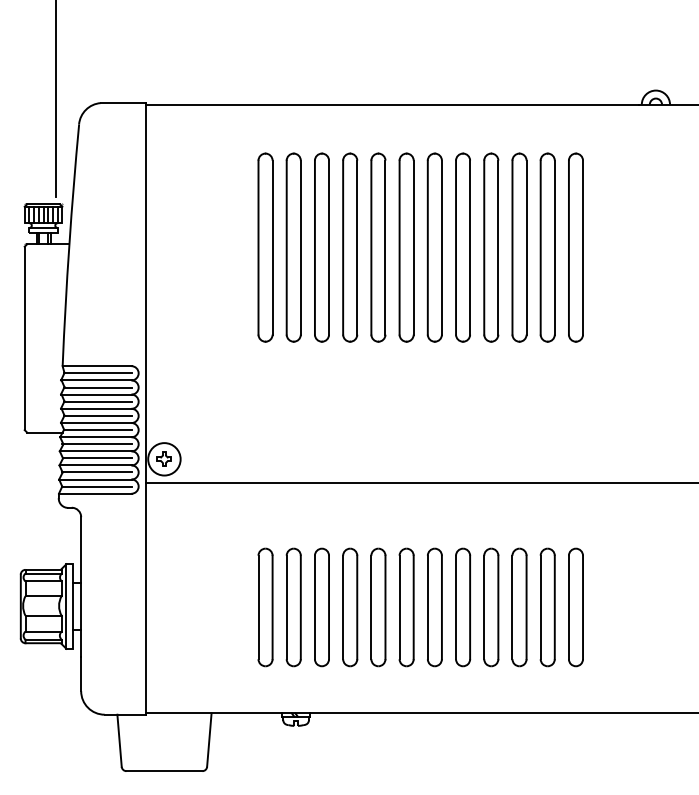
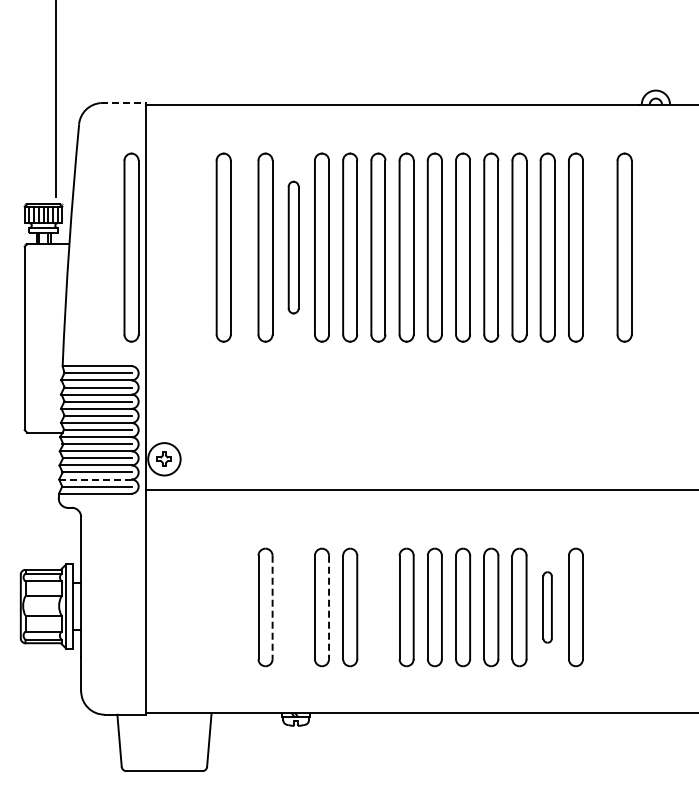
line at (123, 103): solid -> dashed
part at (131, 247): none -> present
part at (223, 247): none -> present
part at (293, 247) size: 17x191 px -> 13x135 px
part at (624, 247): none -> present
line at (95, 479): solid -> dashed
line at (420, 482) position: (420, 482) -> (420, 489)
line at (272, 607): solid -> dashed
part at (293, 607): present -> none
line at (329, 607): solid -> dashed
part at (378, 607): present -> none
part at (547, 607) size: 17x121 px -> 11x73 px
